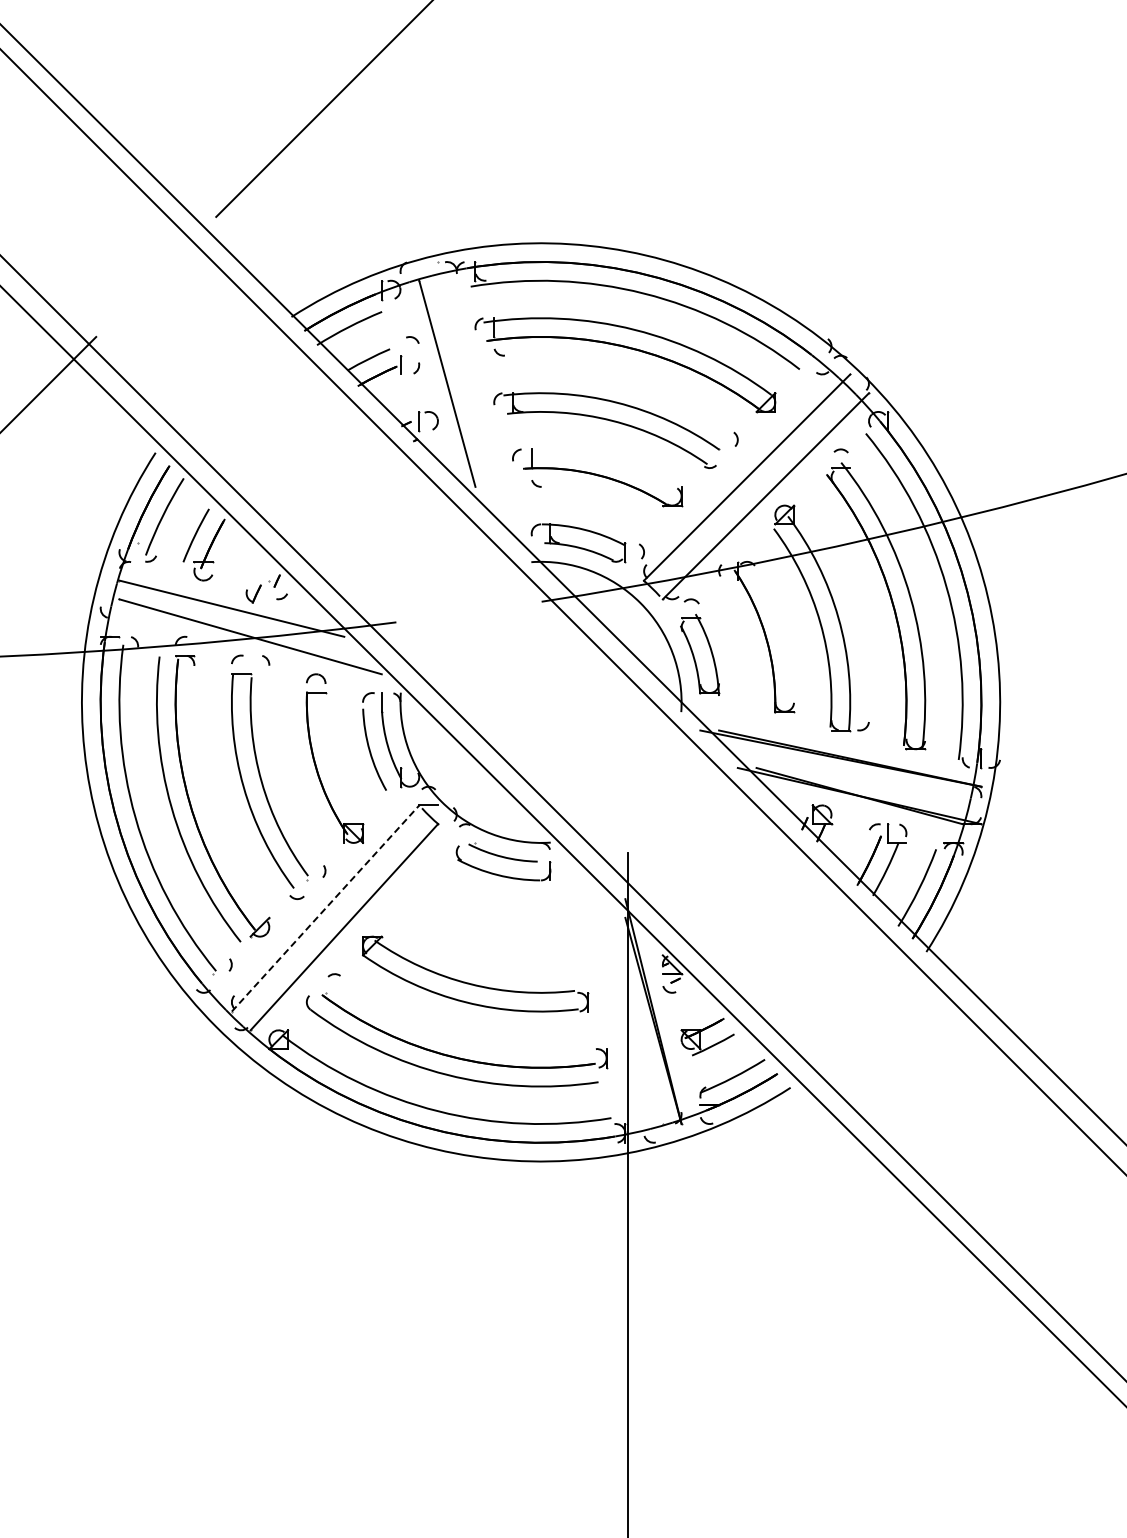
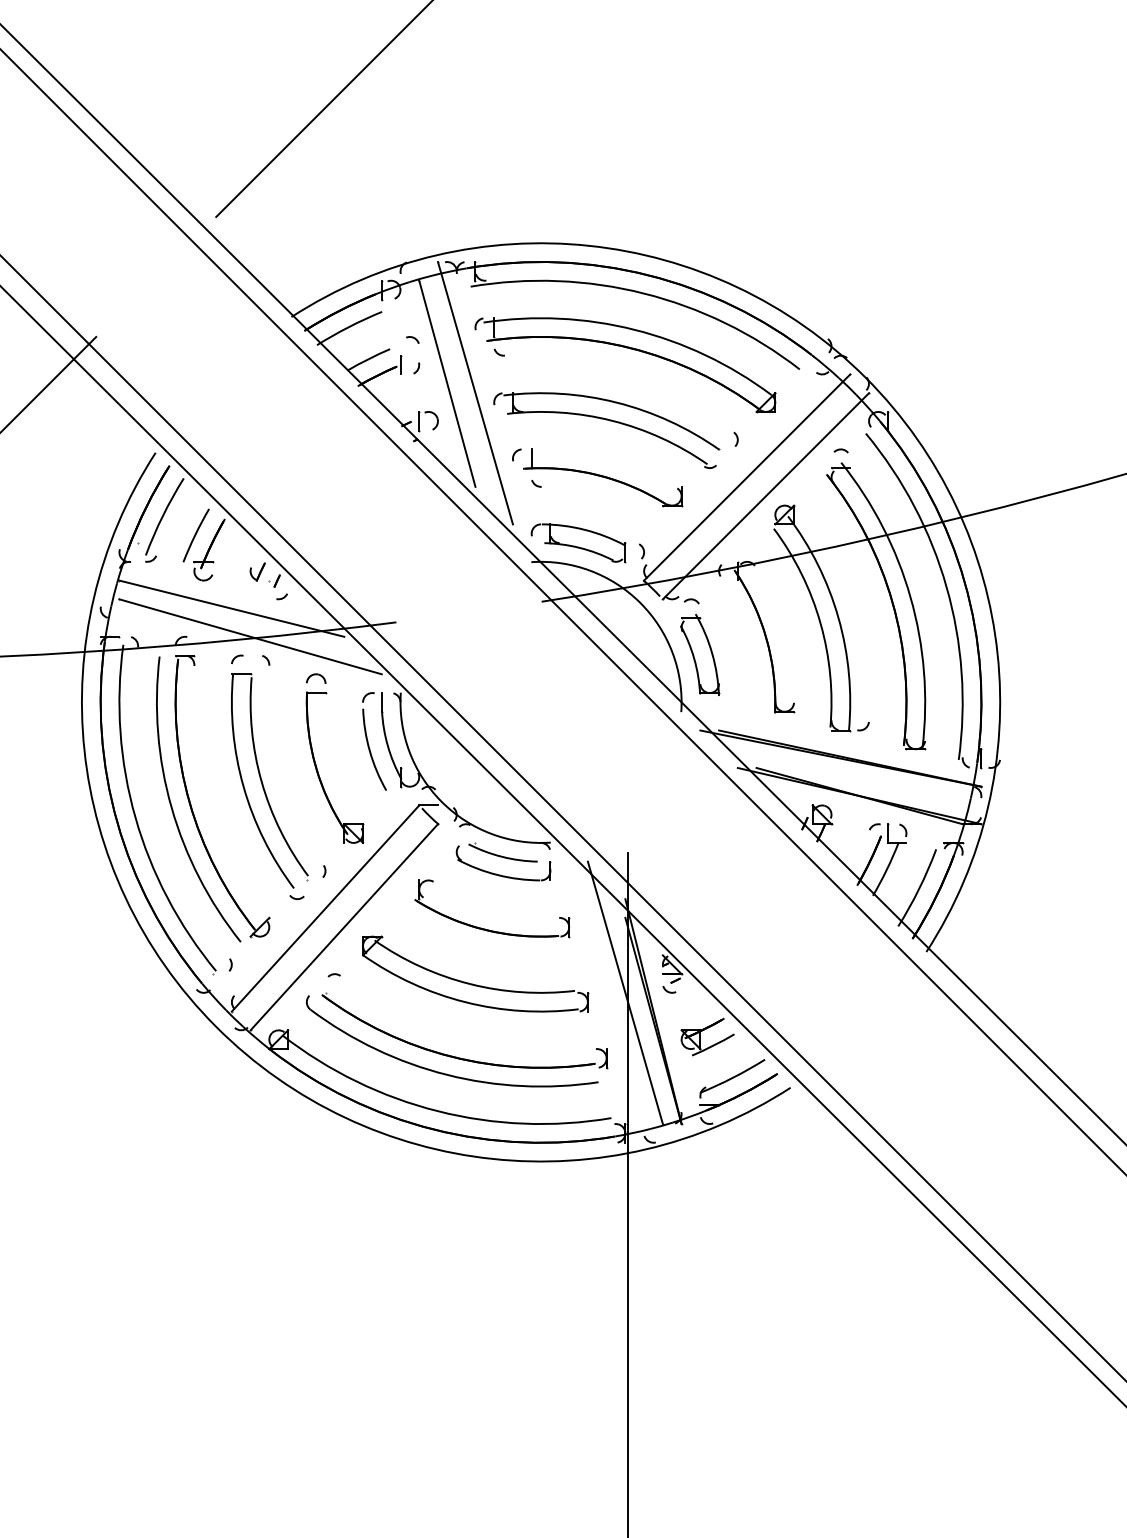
line at (475, 393): none -> present
part at (253, 593) position: (253, 593) -> (257, 571)
line at (325, 908): dashed -> solid
part at (485, 928): none -> present
line at (624, 992): none -> present
